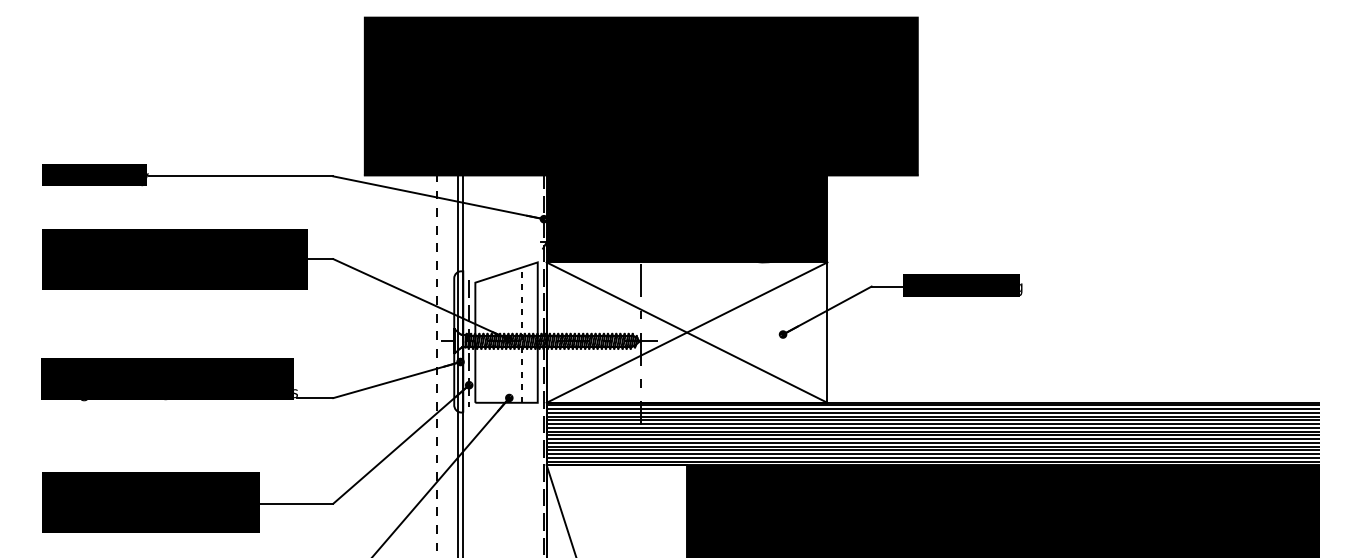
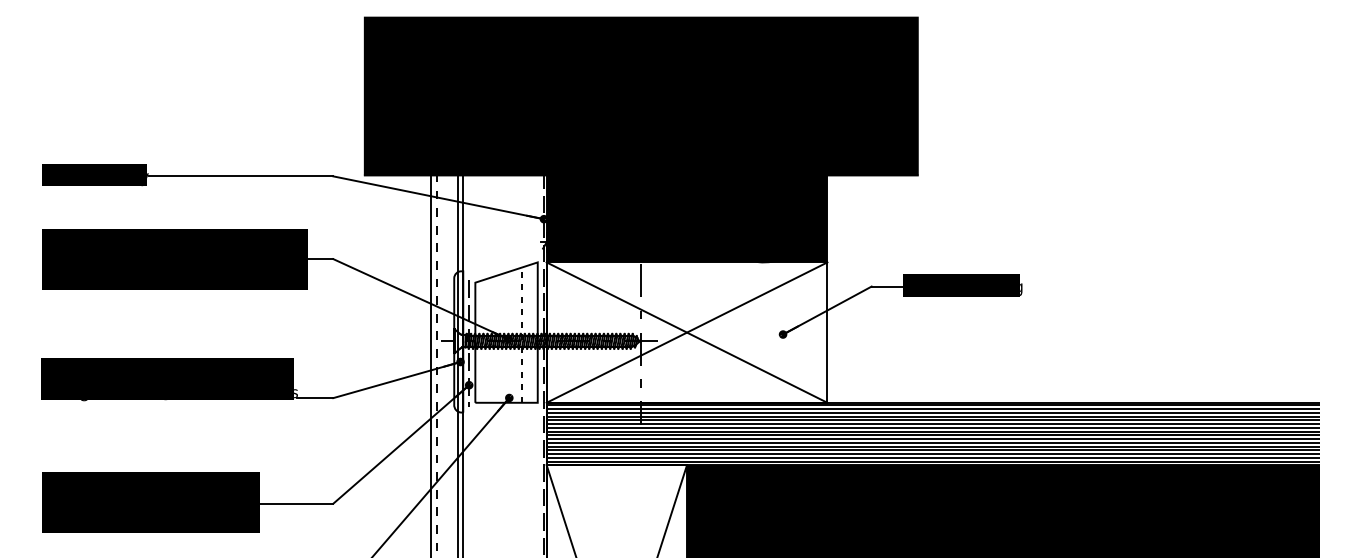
line at (431, 360): none -> present
line at (672, 509): none -> present
